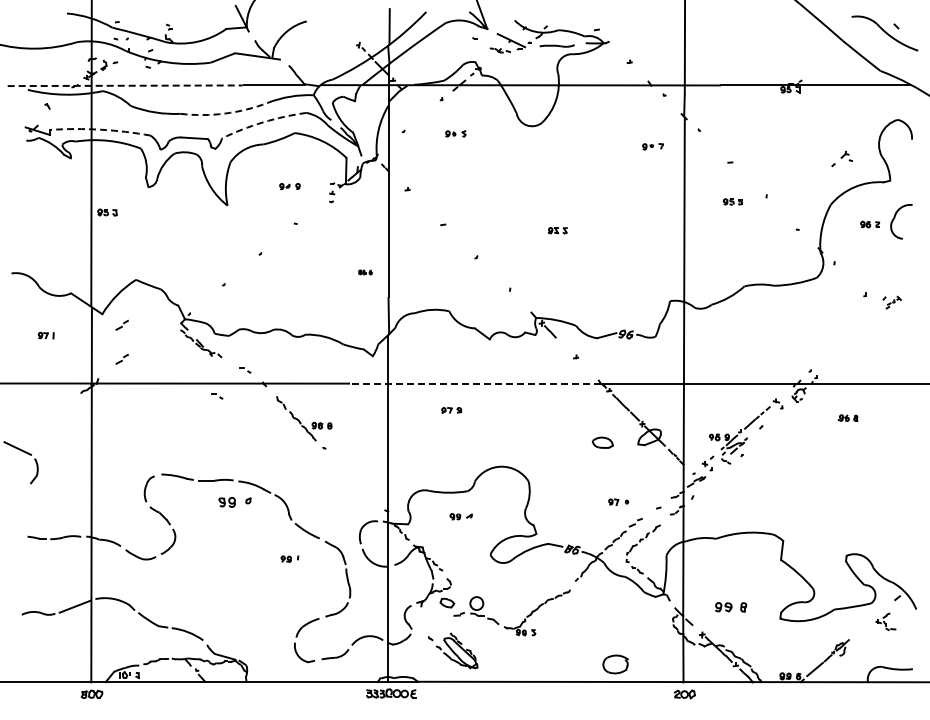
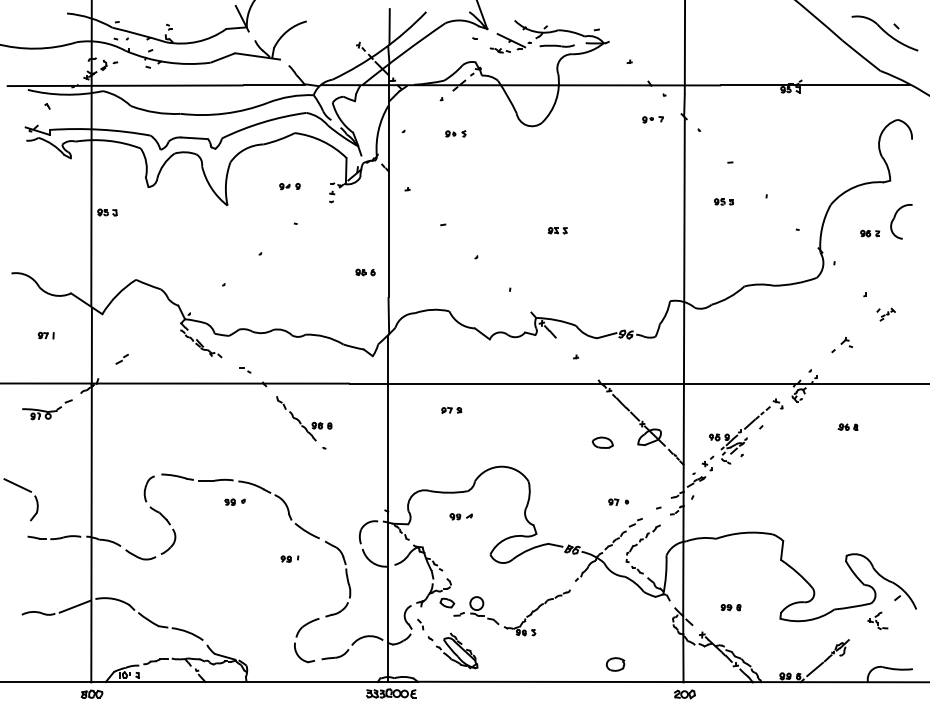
line at (125, 85): dashed -> solid
arc at (224, 113): dashed -> solid
arc at (263, 122): dashed -> solid
arc at (100, 129): dashed -> solid
part at (652, 146) position: (652, 146) -> (652, 119)
part at (841, 158) position: (841, 158) -> (841, 344)
part at (732, 201) position: (732, 201) -> (723, 201)
part at (870, 224) position: (870, 224) -> (870, 233)
part at (365, 272) size: 15x7 px -> 21x9 px
part at (891, 302) position: (891, 302) -> (885, 314)
part at (121, 324): present -> none
line at (475, 383): dashed -> solid
part at (217, 396): present -> none
part at (47, 409): none -> present
part at (847, 417) position: (847, 417) -> (847, 426)
part at (25, 453) position: (25, 453) -> (25, 490)
part at (234, 502) size: 34x11 px -> 22x8 px
part at (731, 607) size: 33x11 px -> 22x8 px
part at (885, 621) position: (885, 621) -> (877, 620)
part at (420, 624): none -> present
part at (615, 664) size: 27x21 px -> 21x15 px
